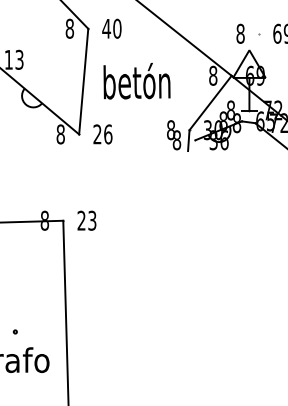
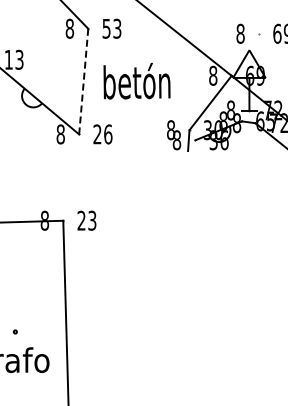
text at (111, 28): 40 -> 53
line at (83, 82): solid -> dashed
